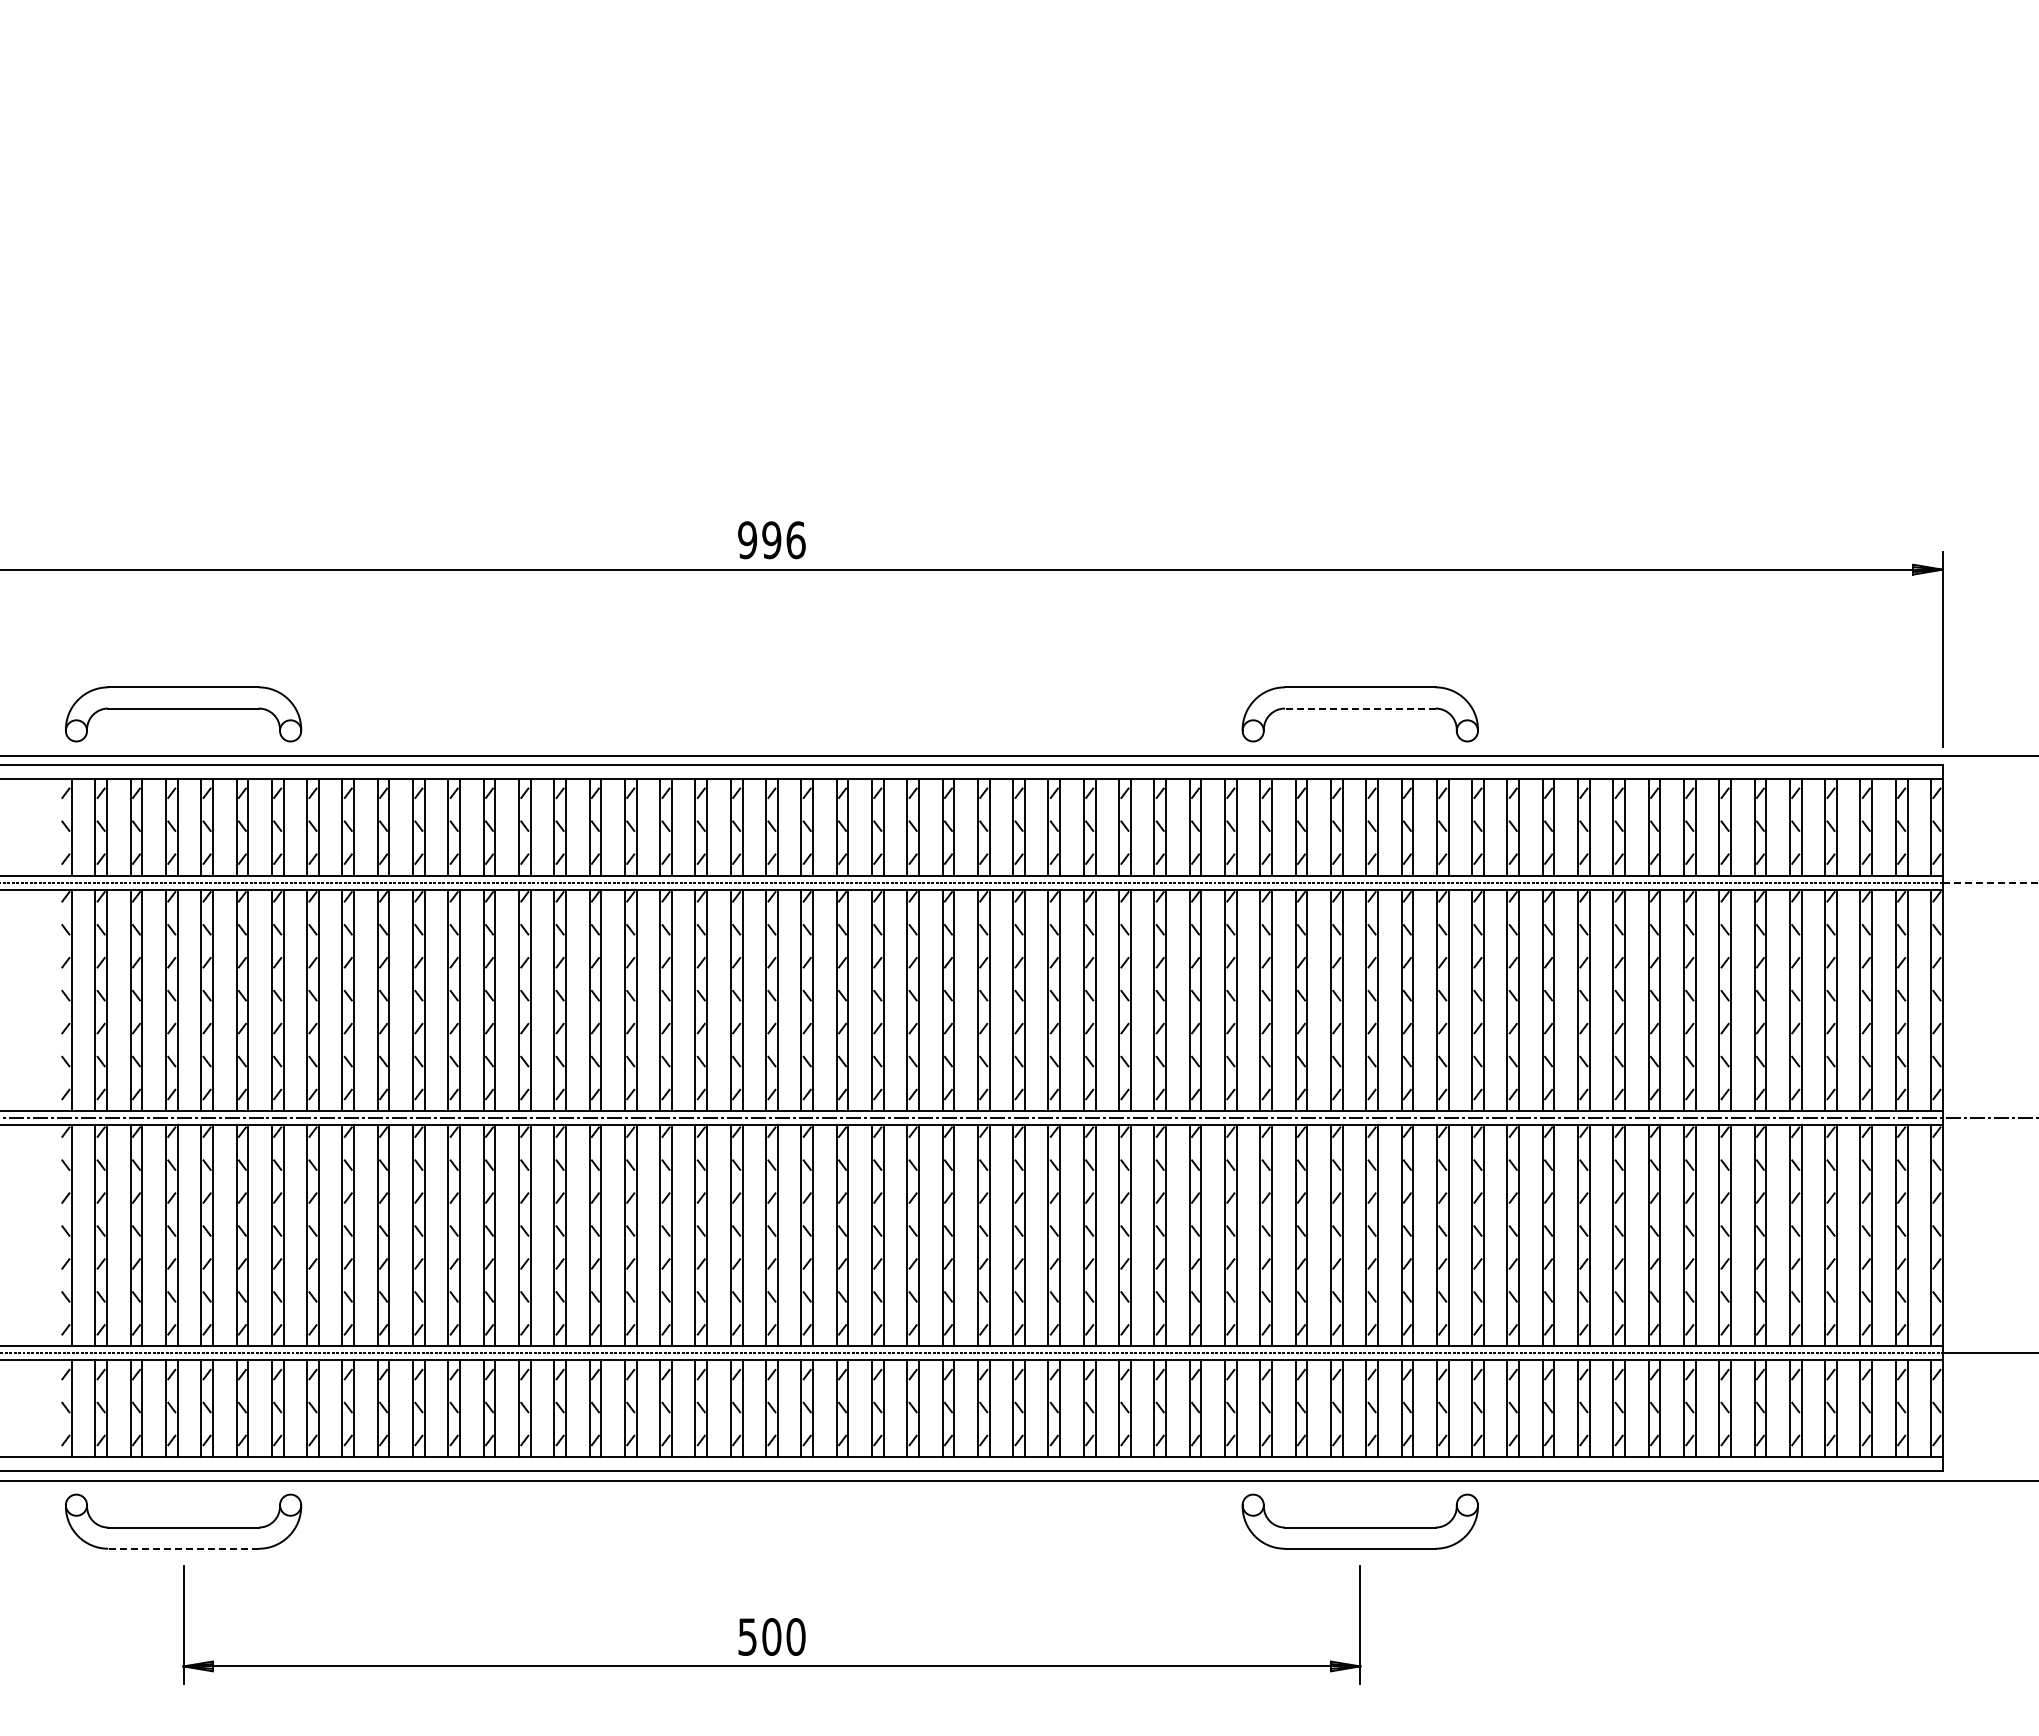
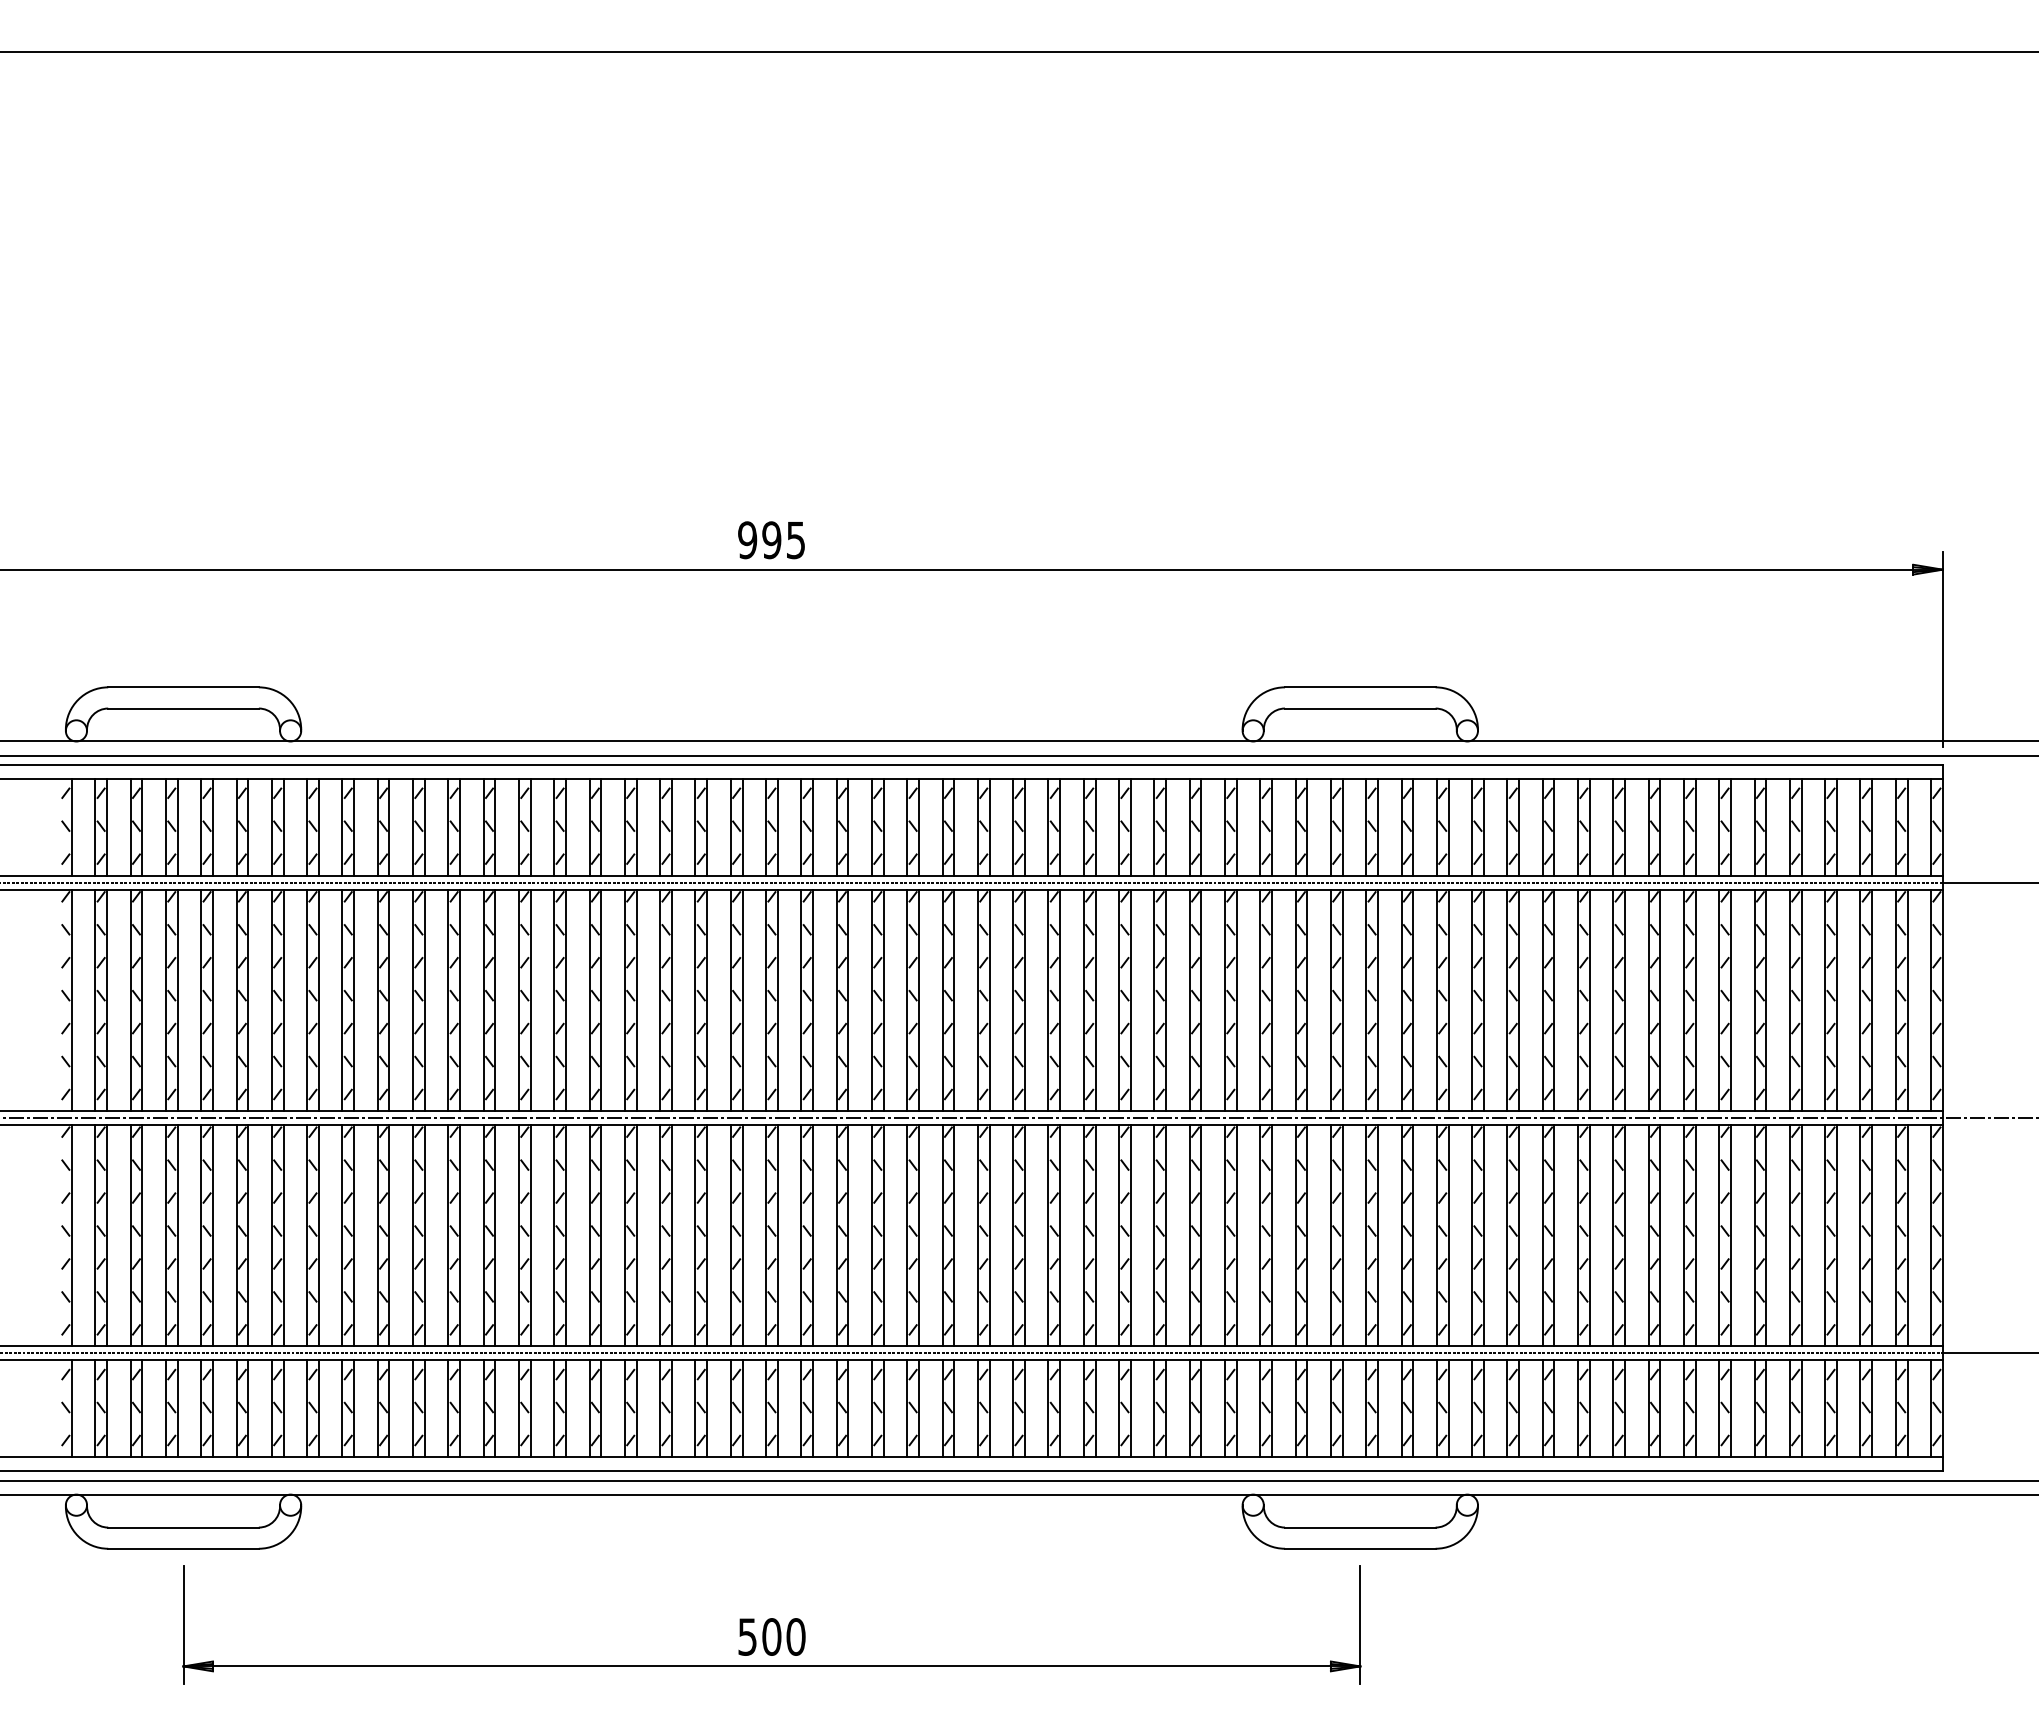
line at (1018, 51): none -> present
text at (795, 540): 996 -> 995
line at (1359, 708): dashed -> solid
line at (1018, 741): none -> present
line at (1990, 882): dashed -> solid
line at (1018, 1494): none -> present
line at (183, 1548): dashed -> solid
